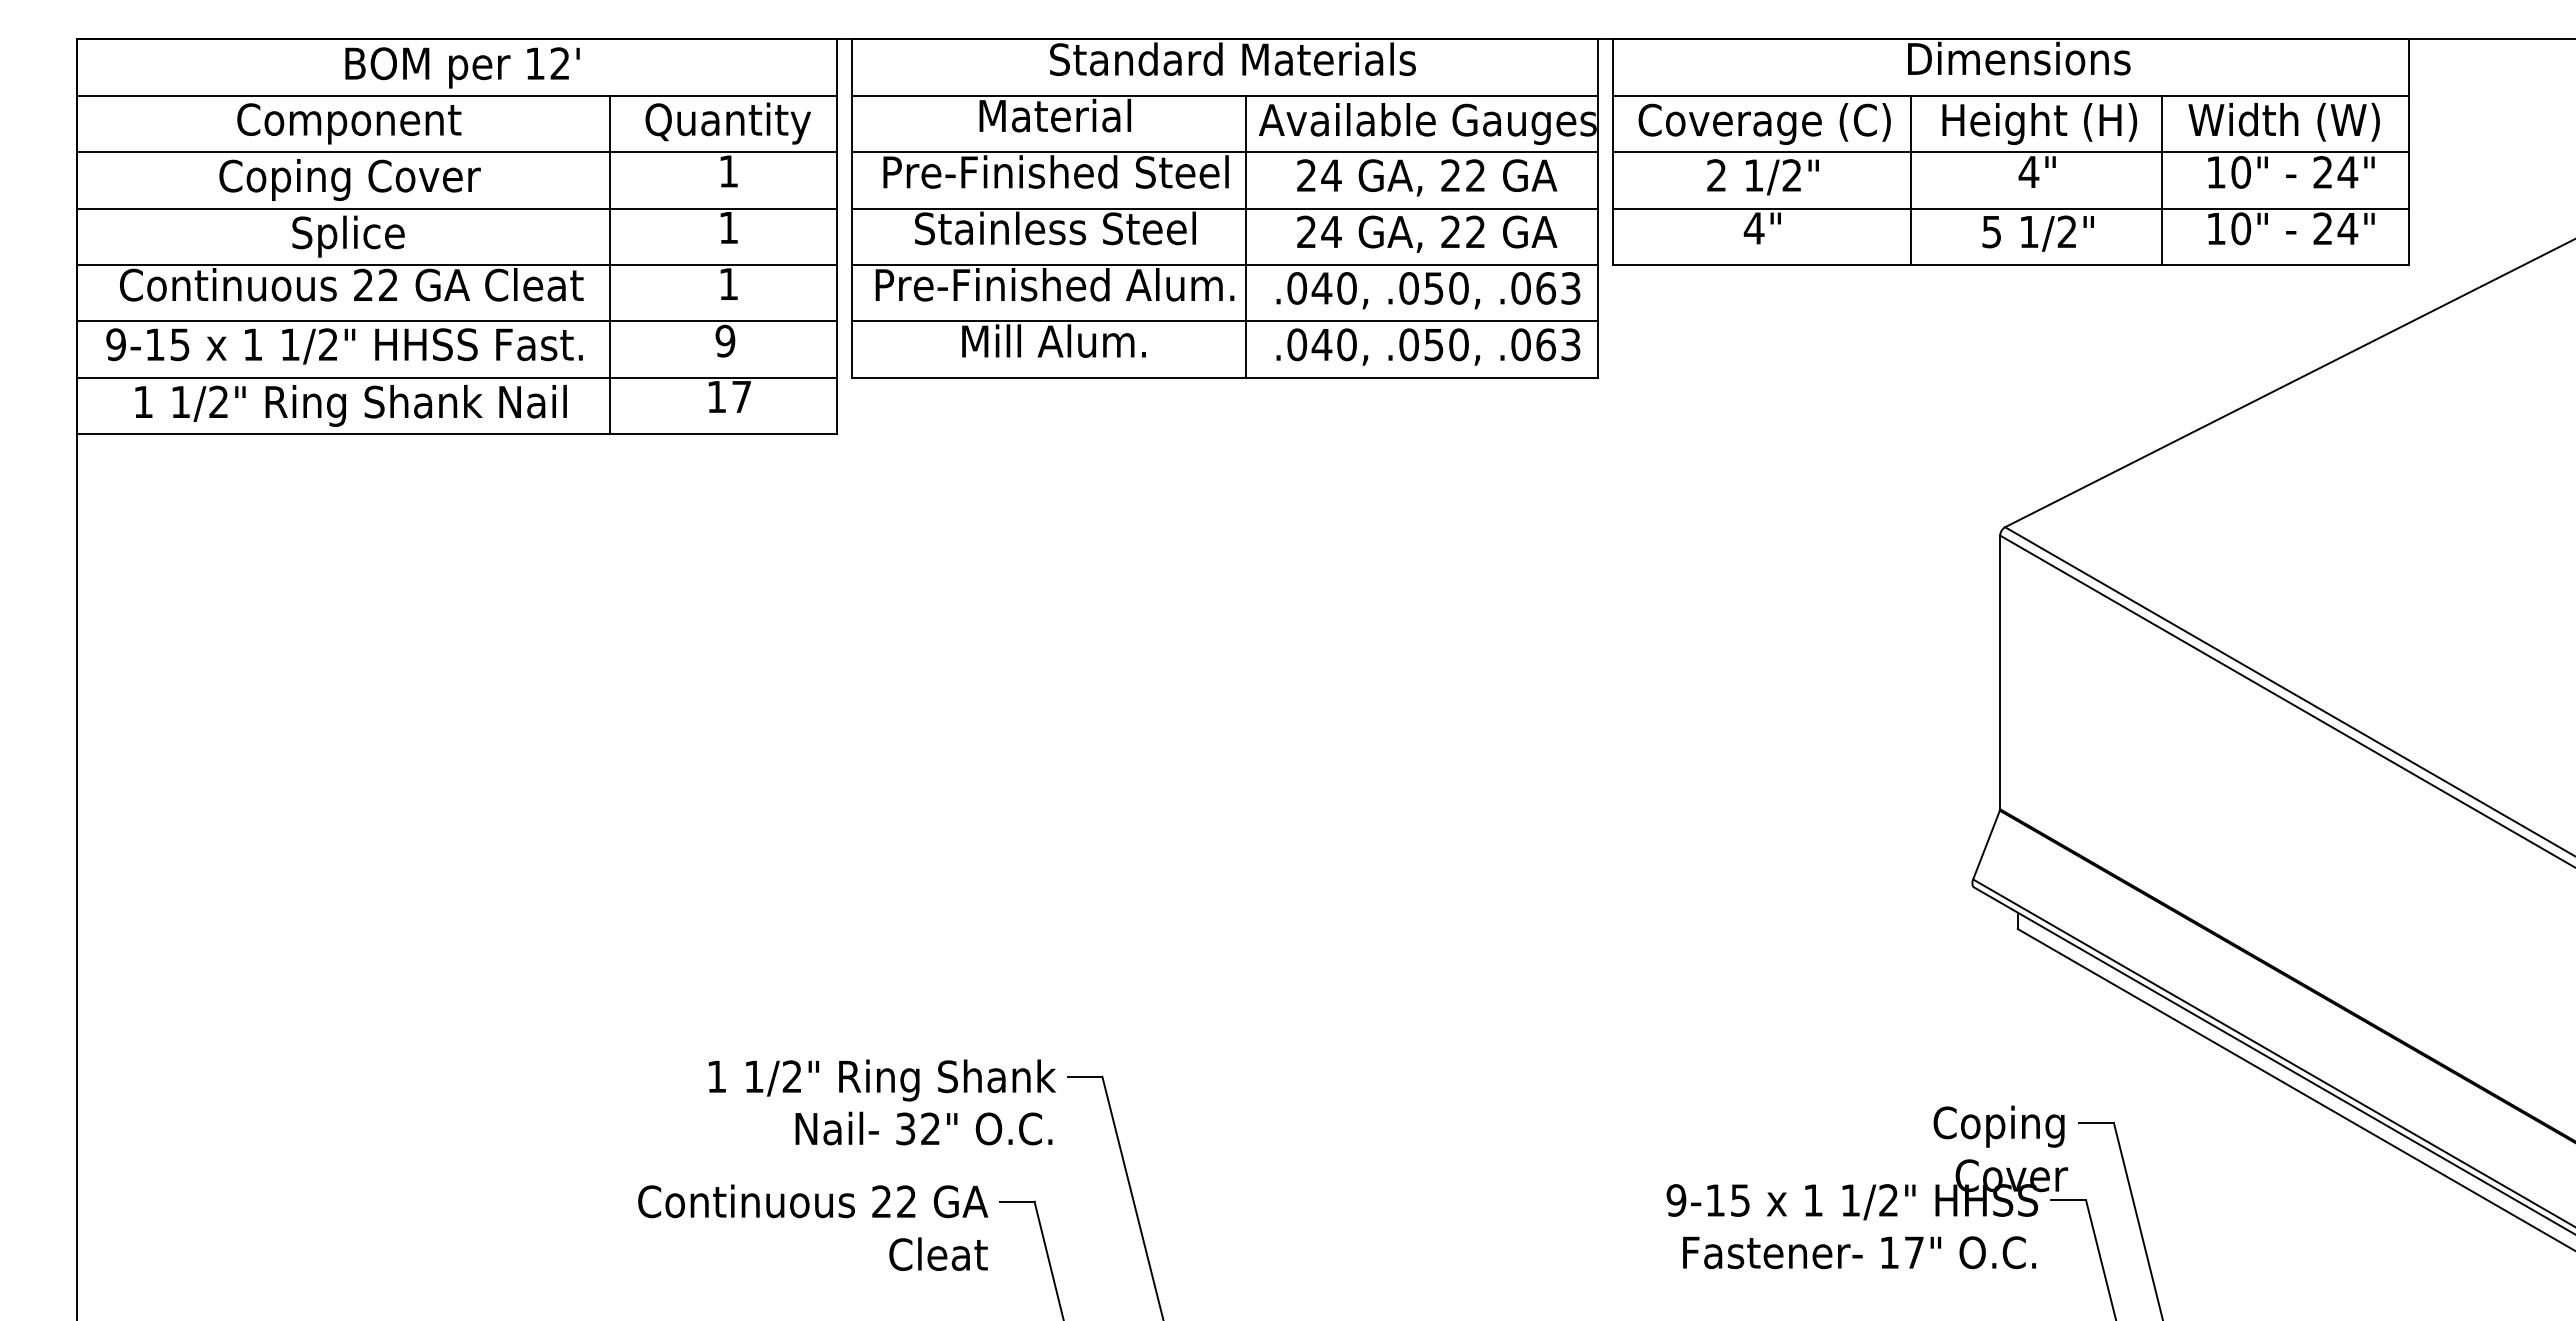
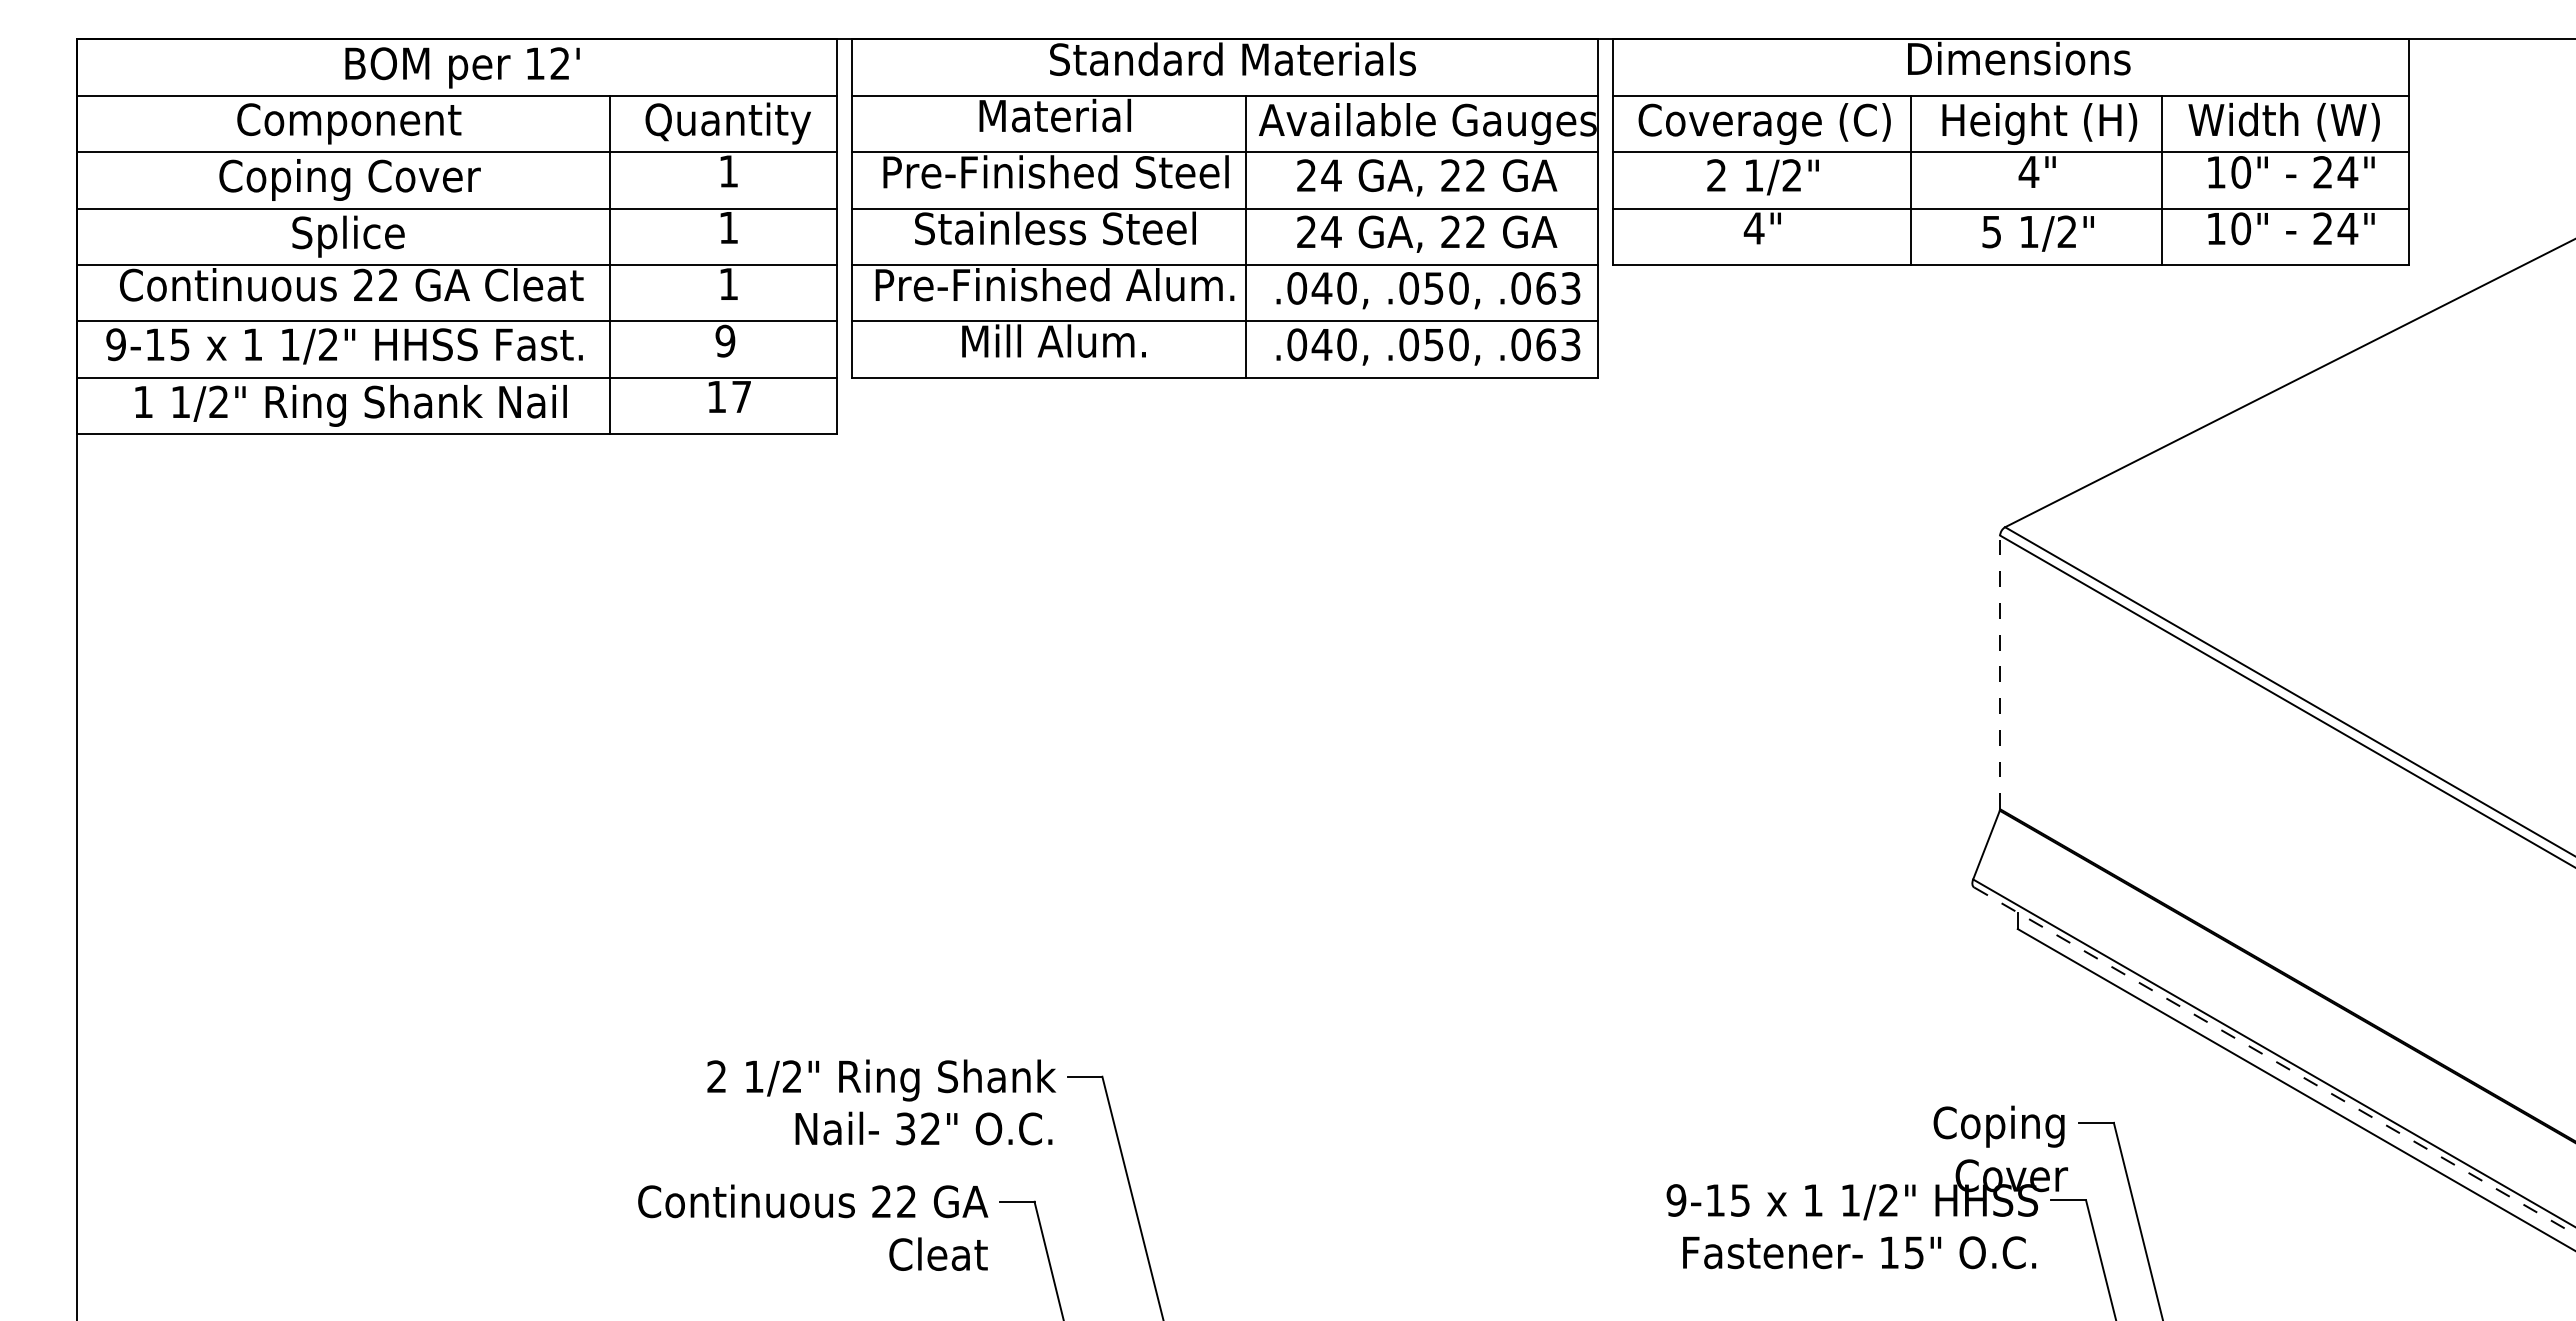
line at (2000, 672): solid -> dashed
line at (2275, 1061): solid -> dashed
text at (716, 1076): 1 -> 2
text at (1914, 1252): 17" -> 15"
